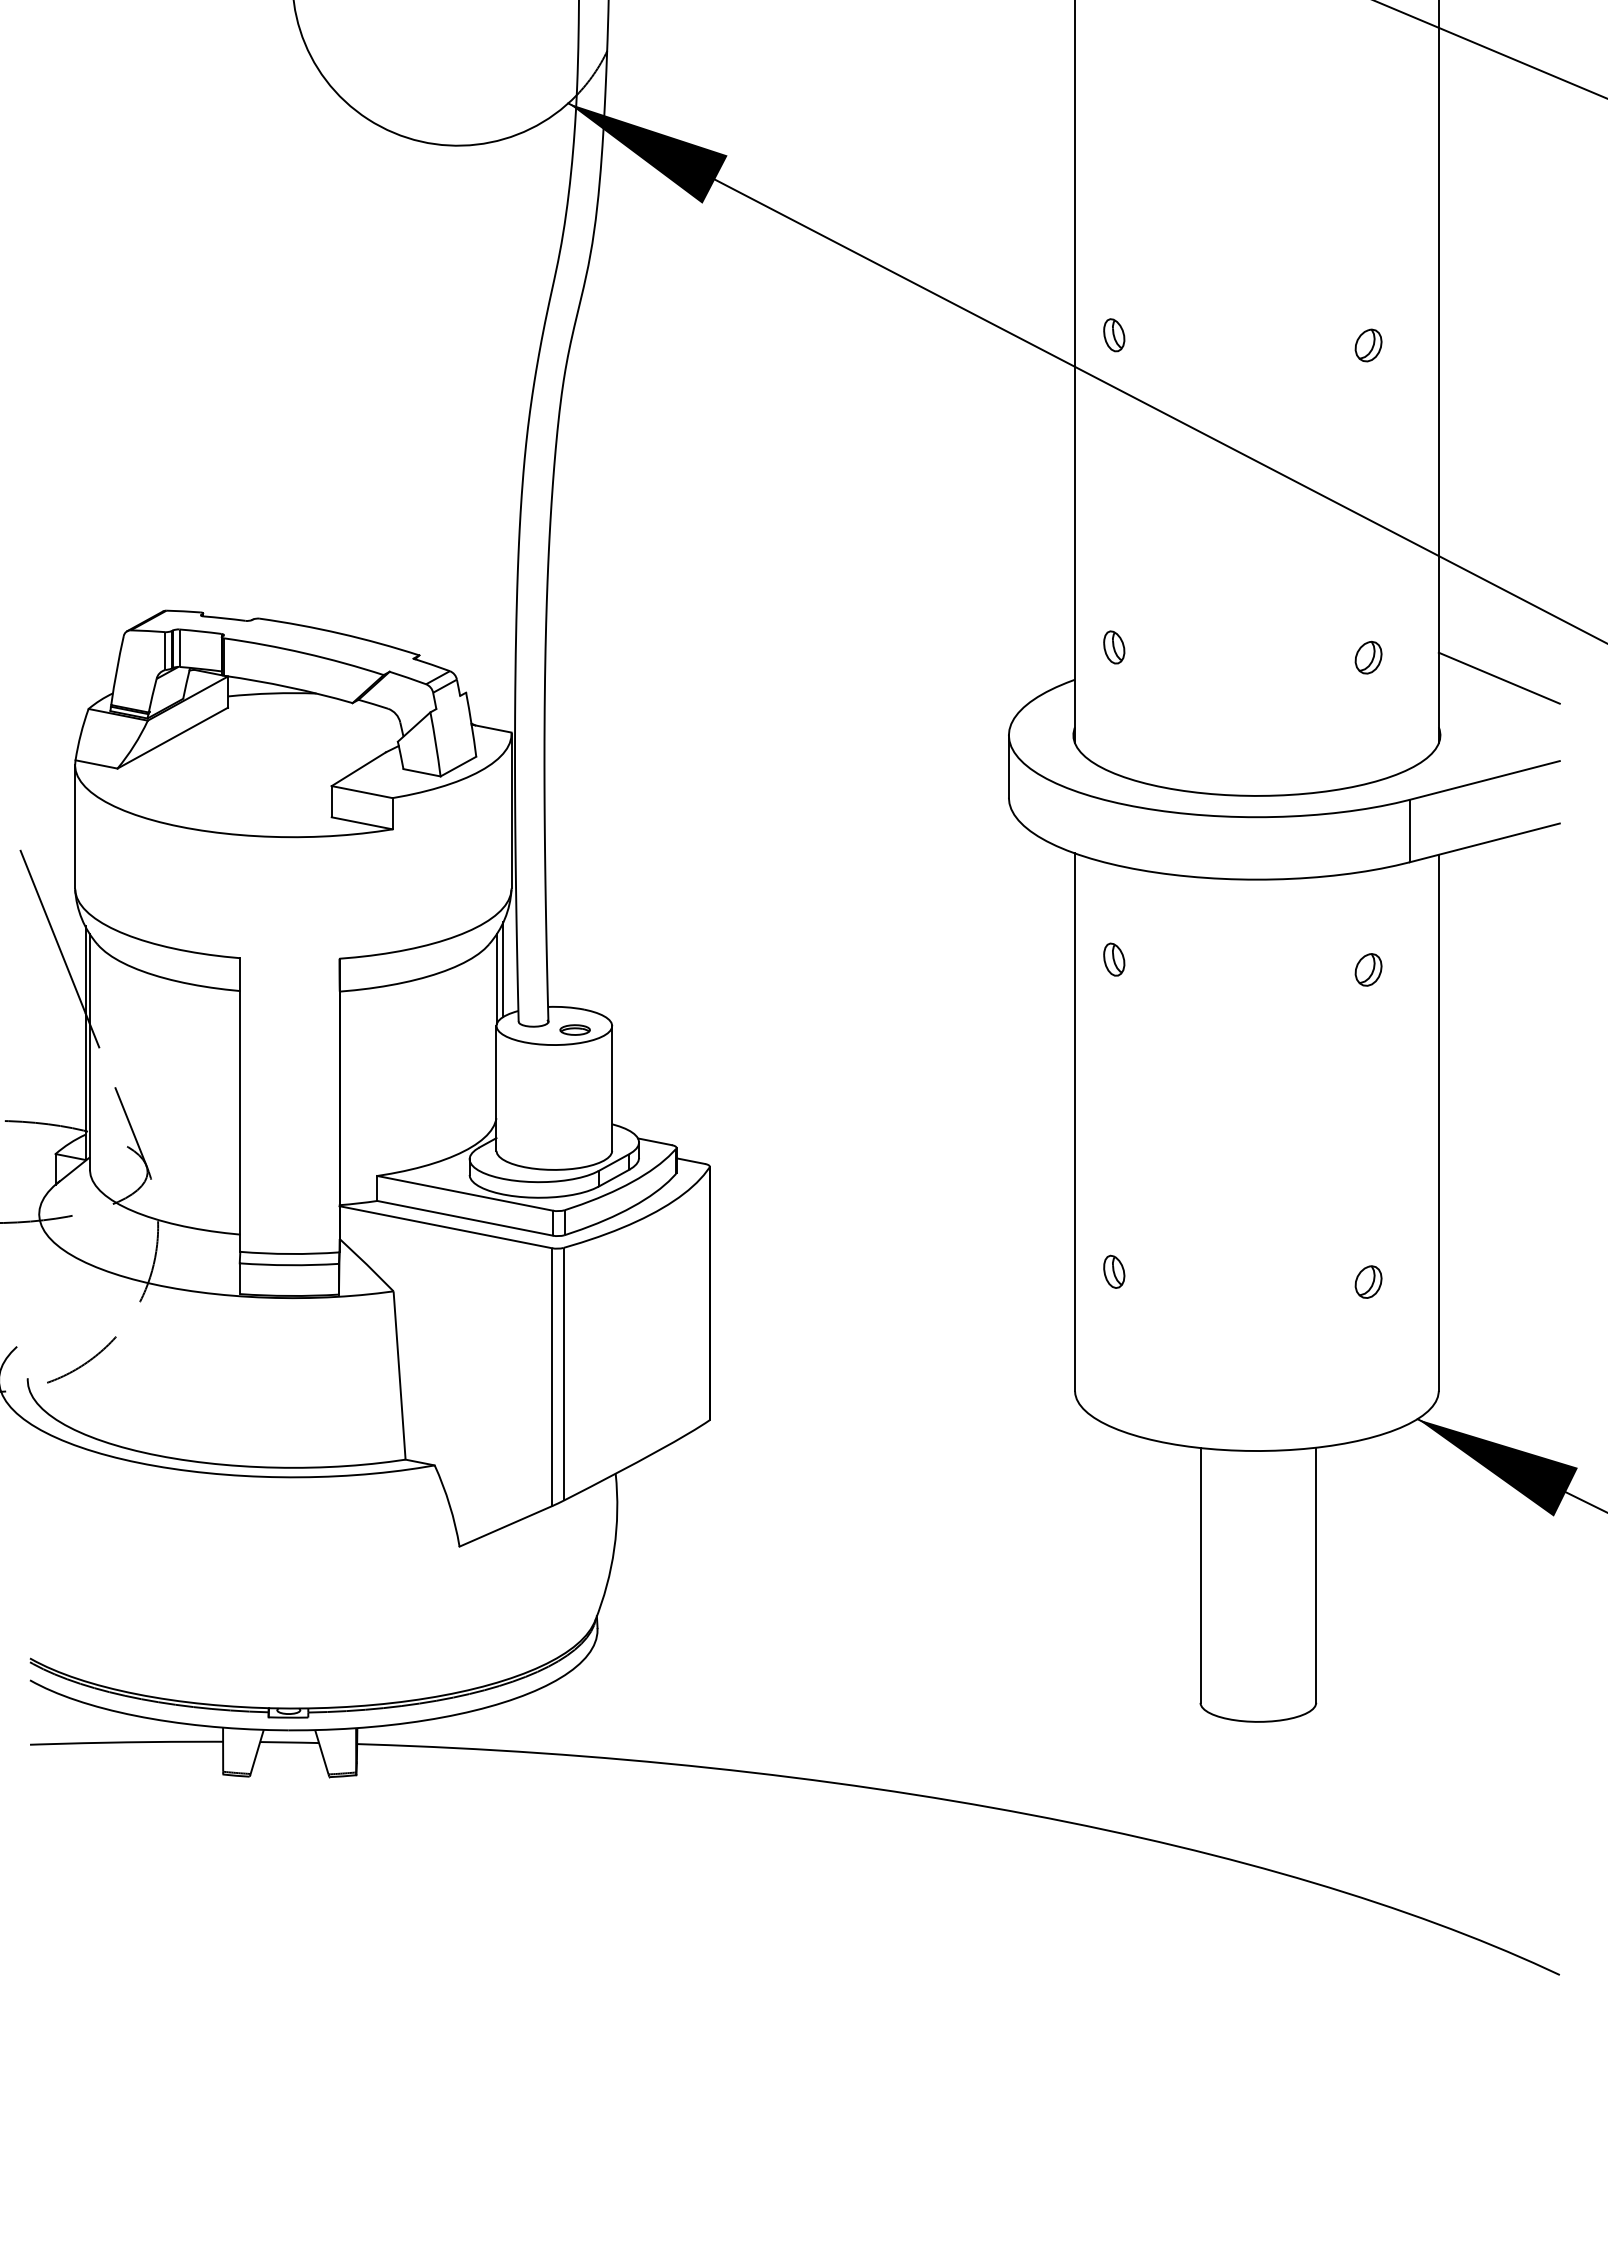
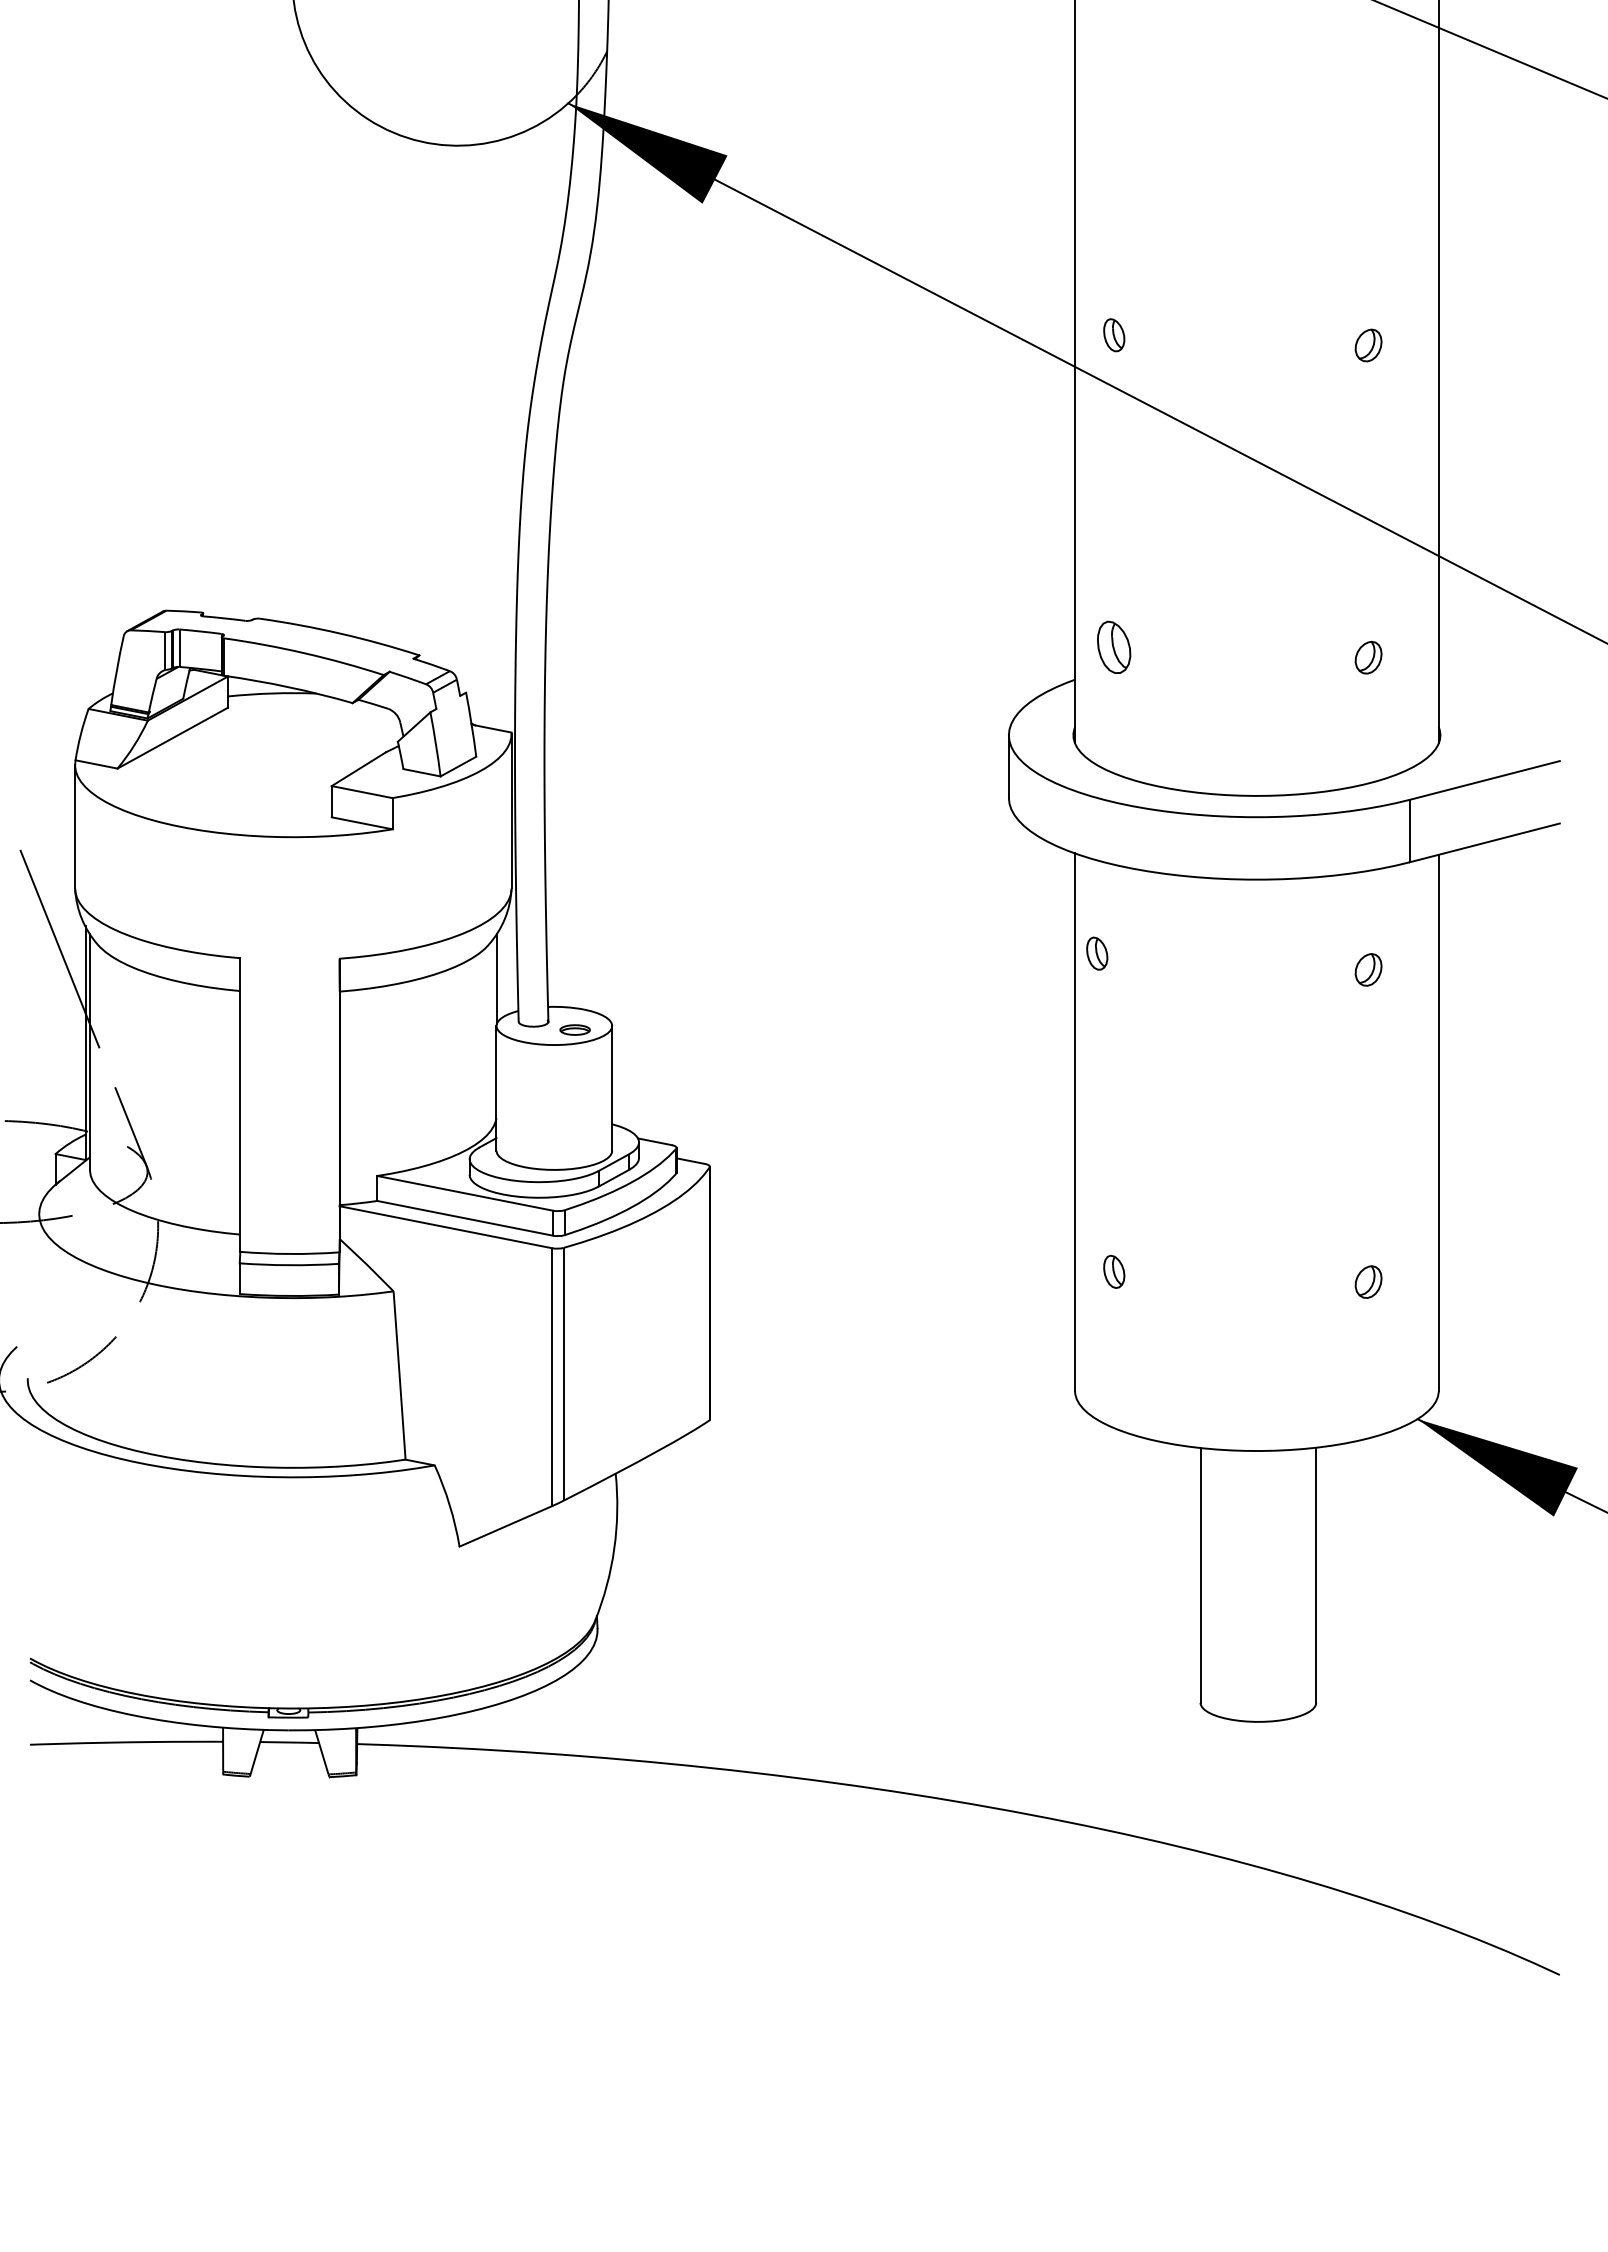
part at (1114, 647) size: 23x35 px -> 35x54 px
line at (1498, 677): present -> none
part at (1114, 959) position: (1114, 959) -> (1097, 953)
line at (503, 969): present -> none
